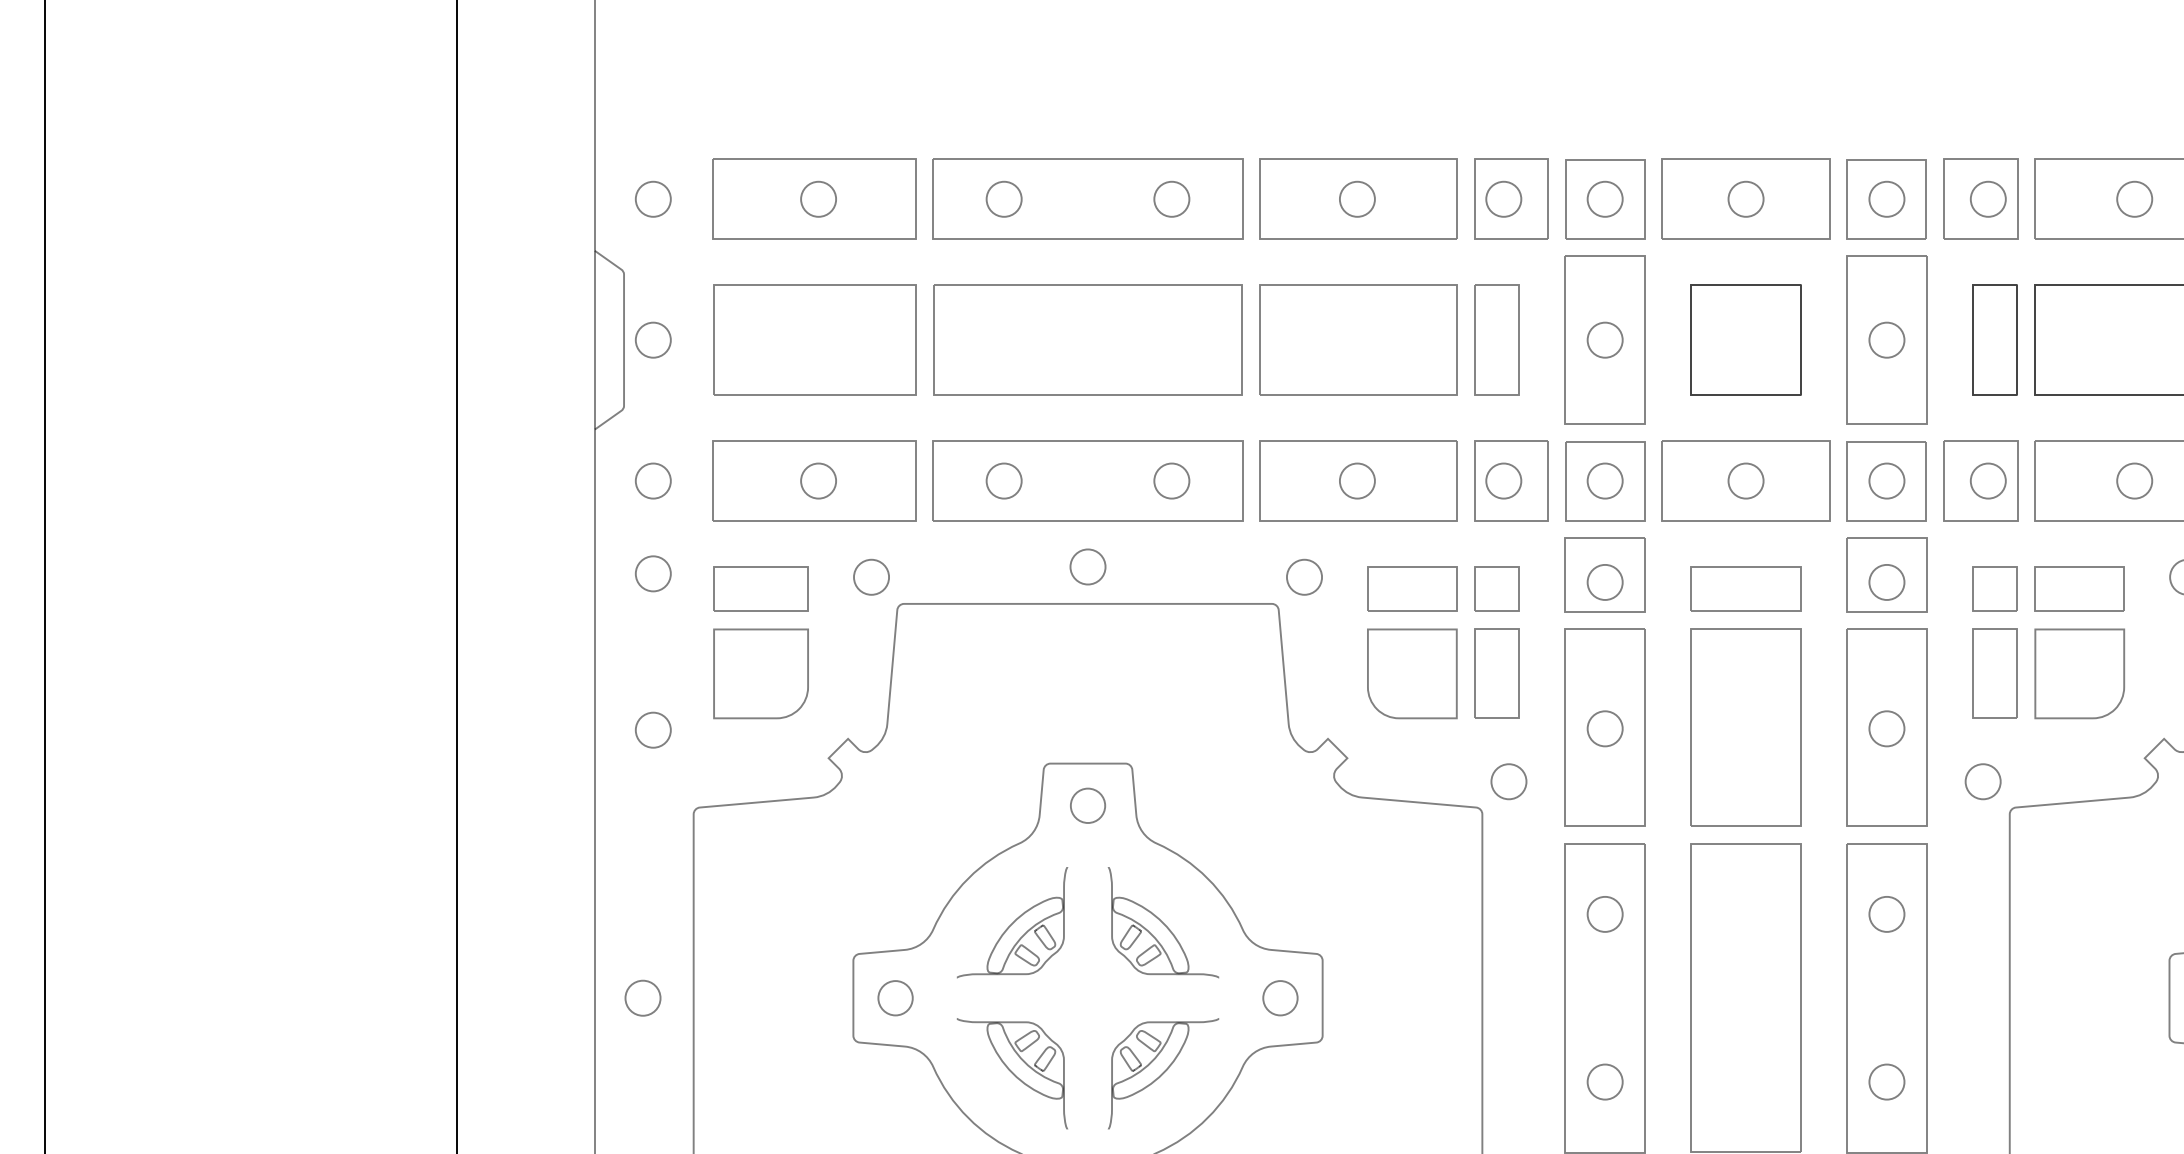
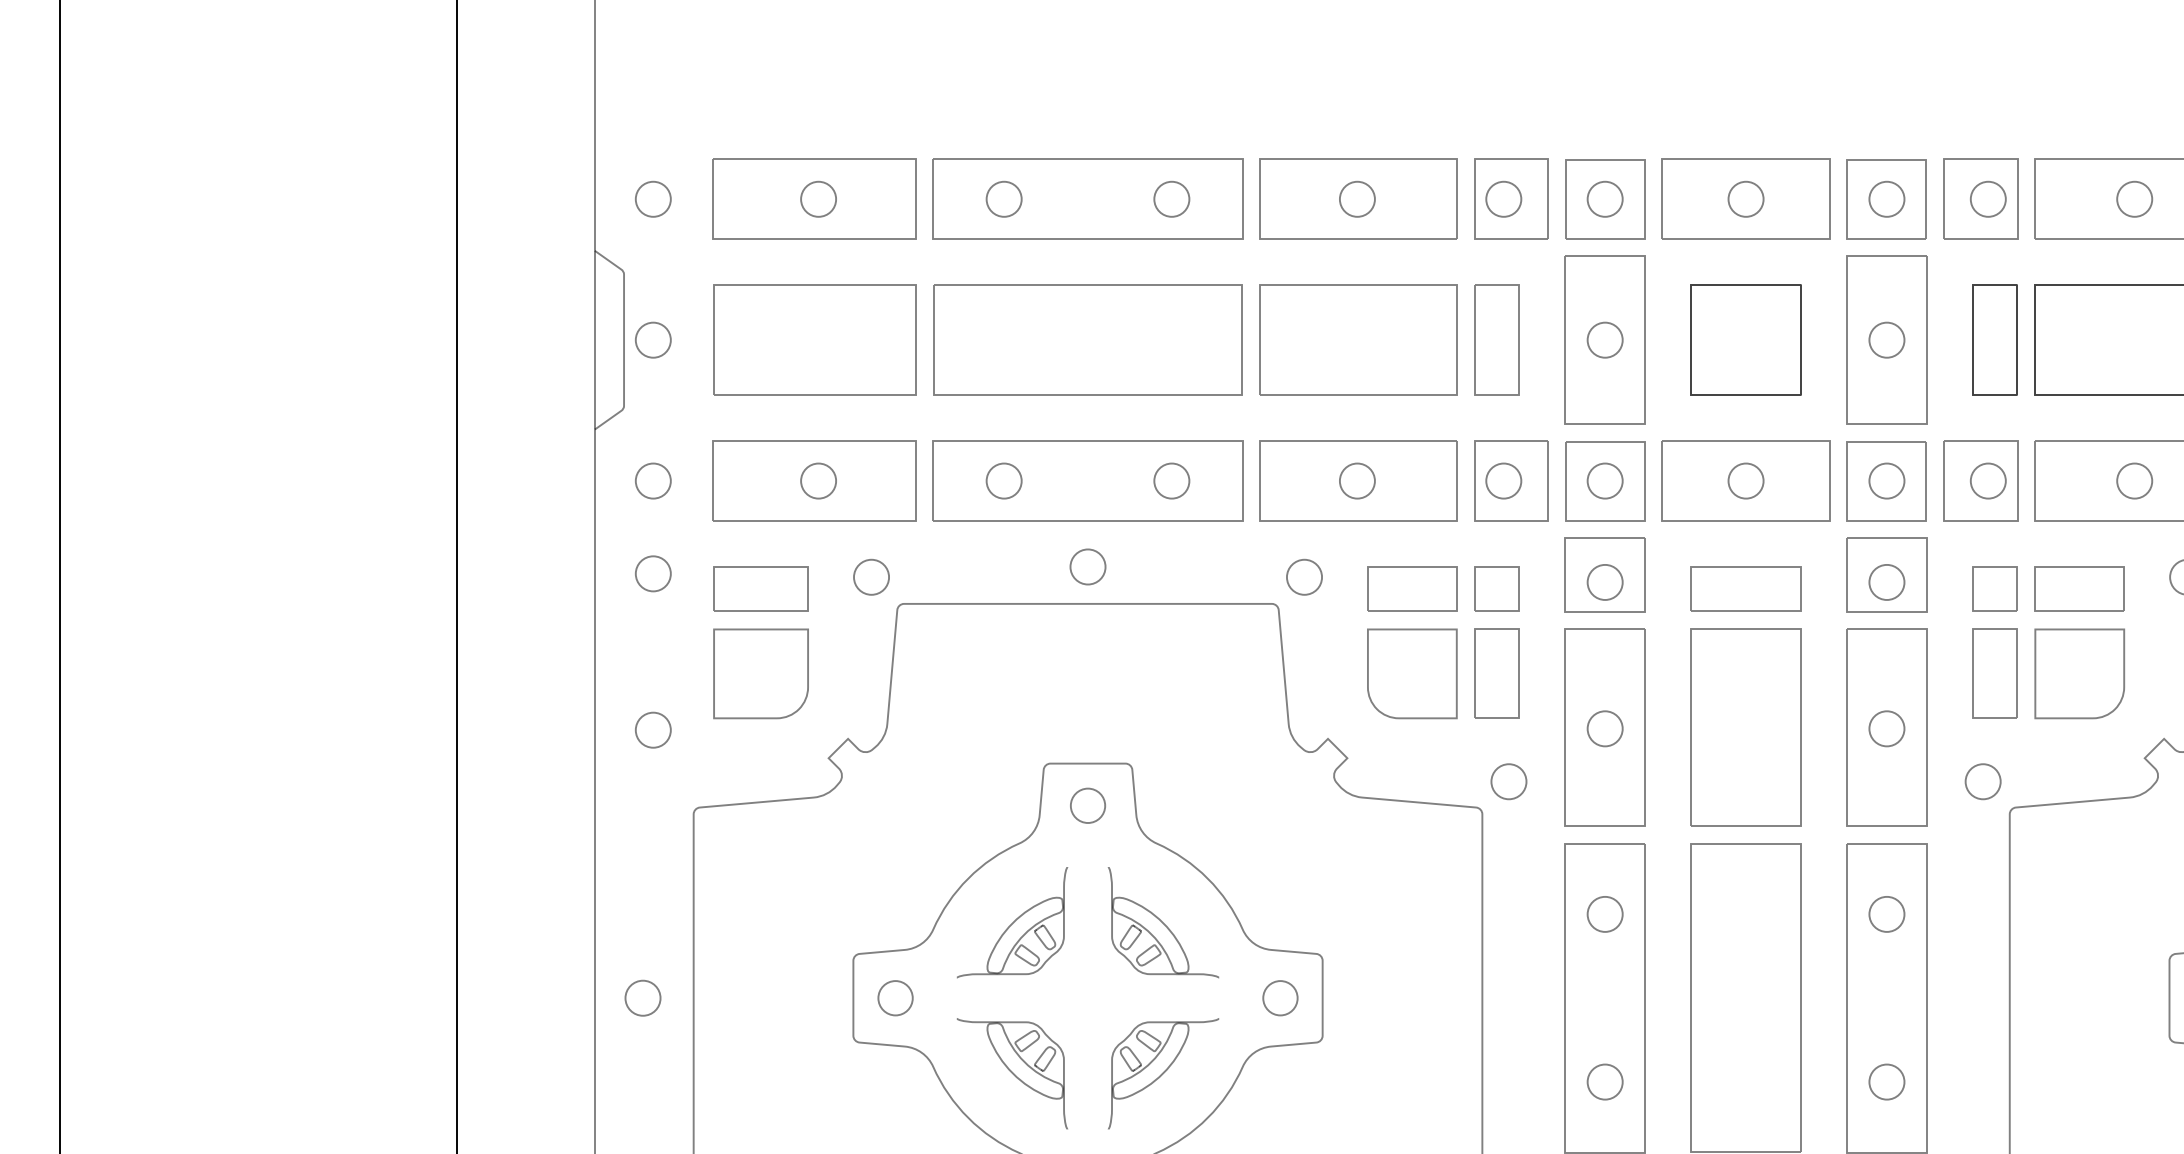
line at (45, 576) position: (45, 576) -> (60, 576)
